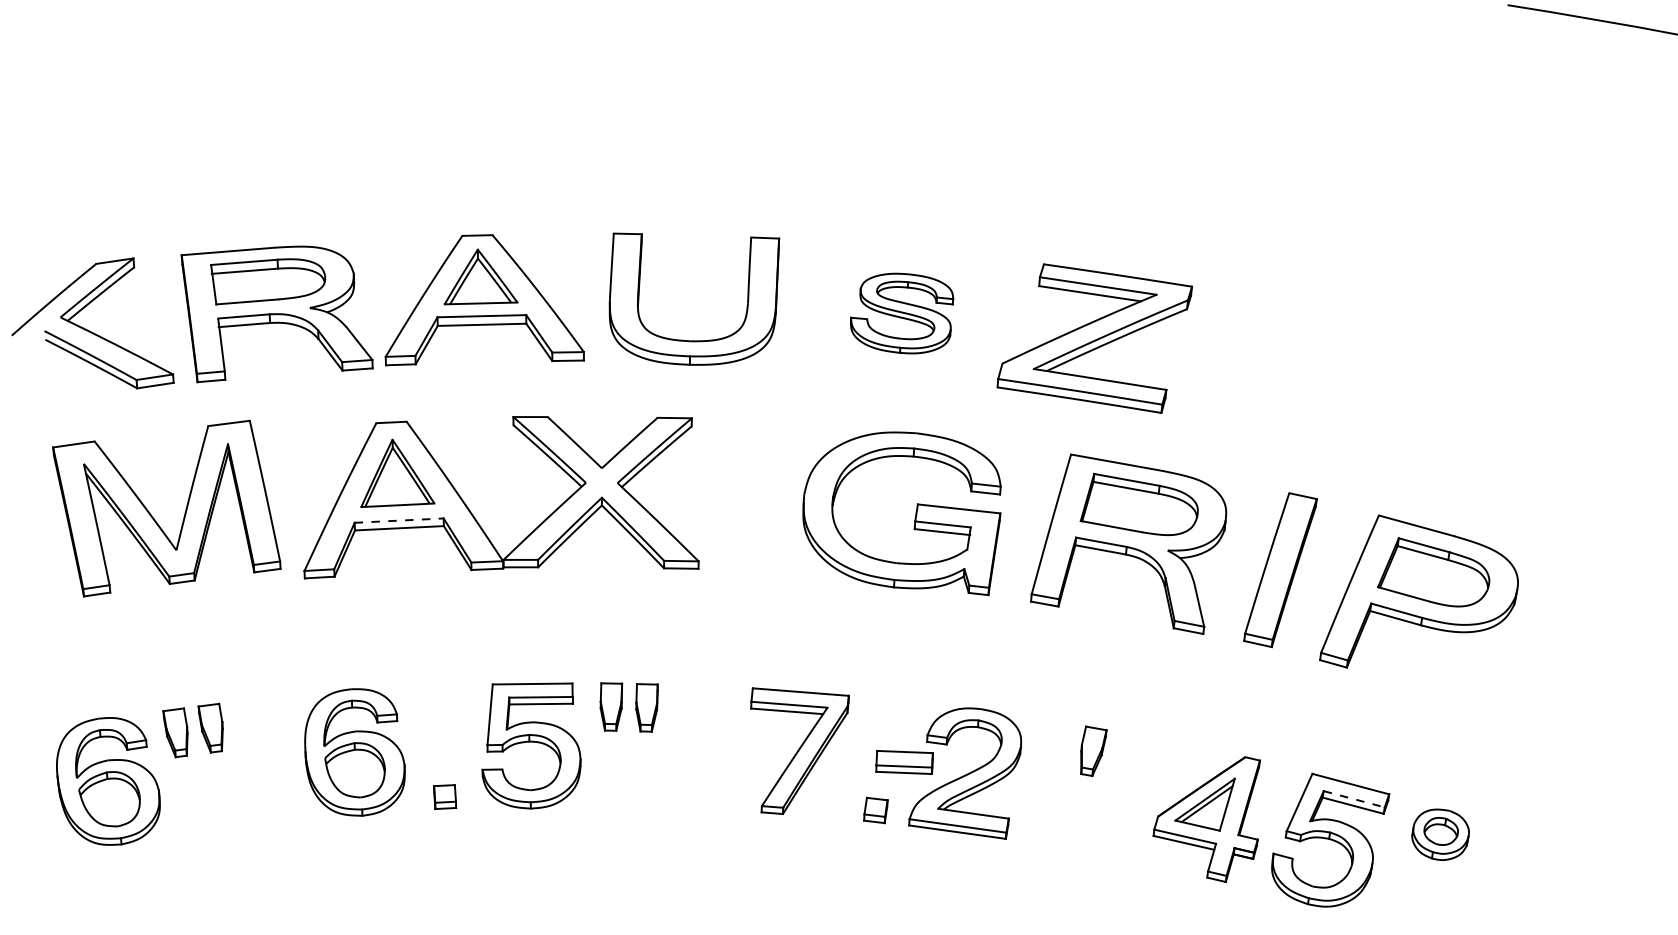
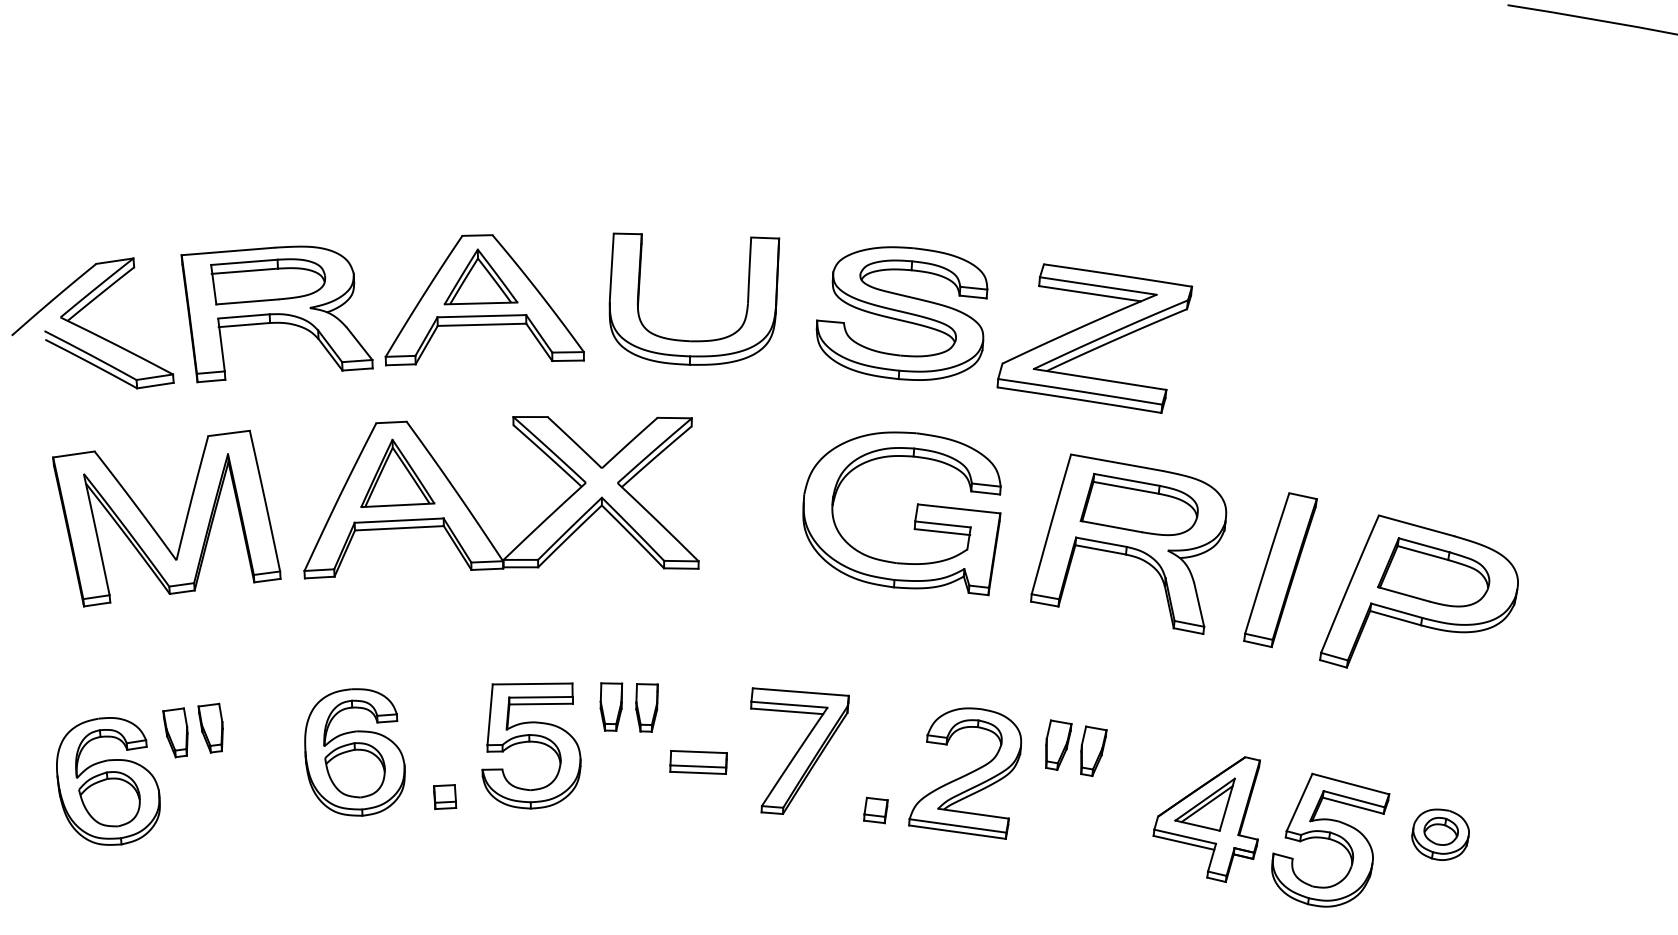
part at (901, 313) size: 106x83 px -> 174x135 px
part at (155, 519) position: (155, 519) -> (155, 529)
line at (399, 520): dashed -> solid
part at (1058, 744): none -> present
part at (904, 762) position: (904, 762) -> (698, 762)
line at (1354, 799): dashed -> solid
